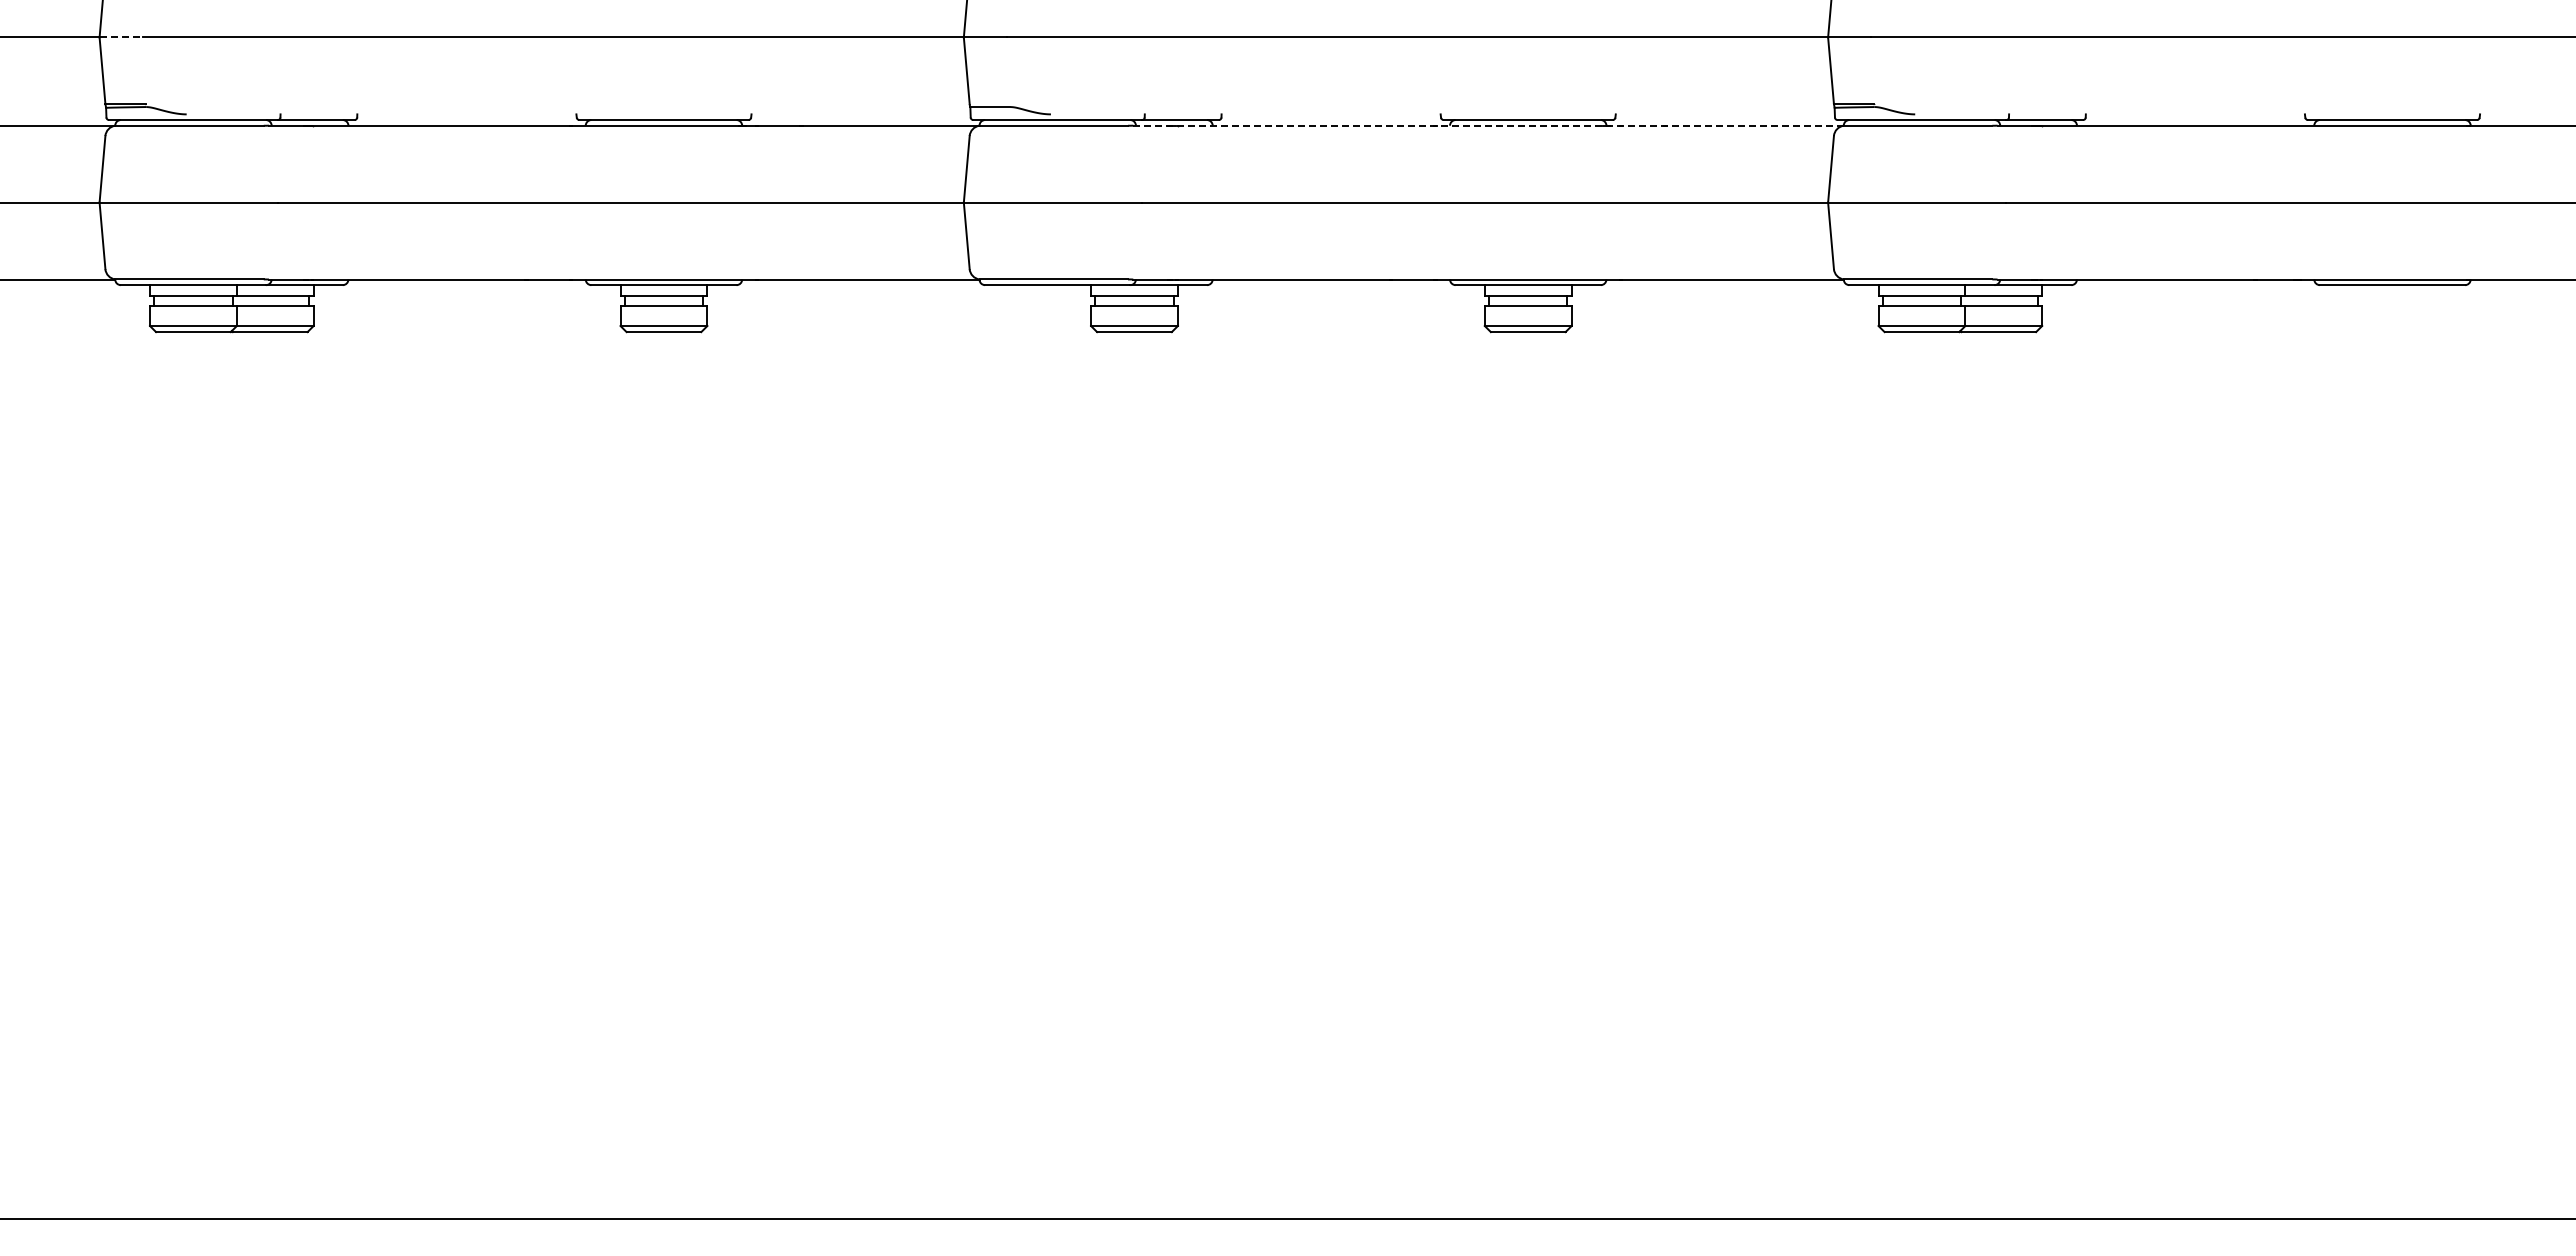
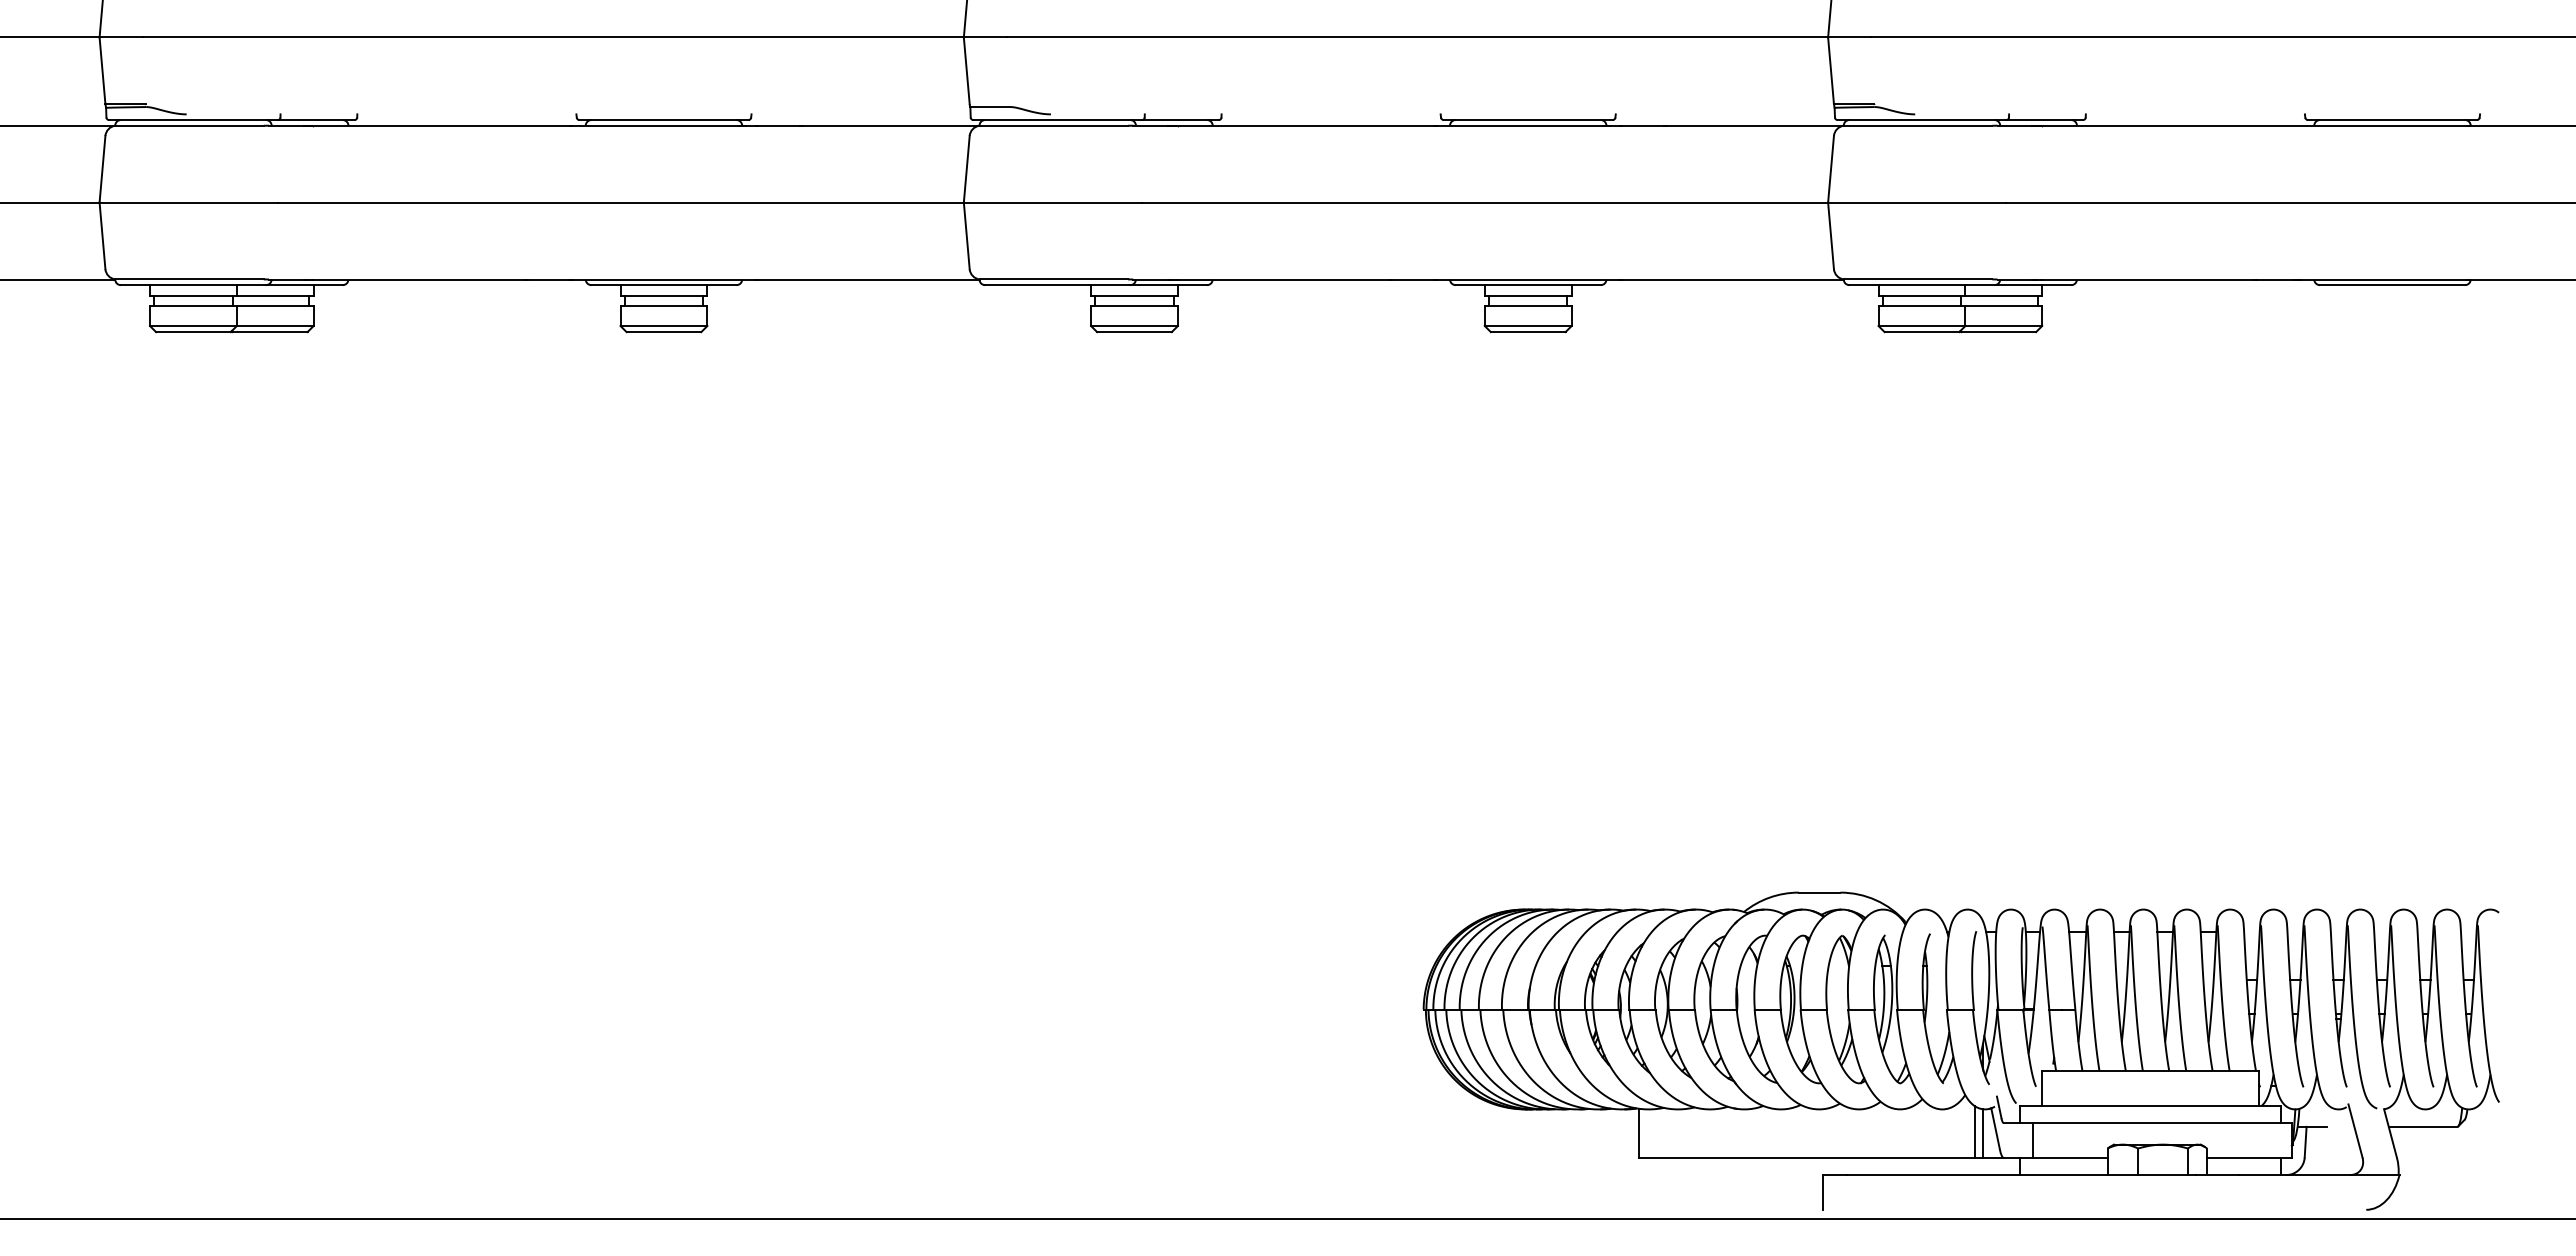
line at (121, 37): dashed -> solid
line at (1489, 125): dashed -> solid
part at (1960, 1050): none -> present
